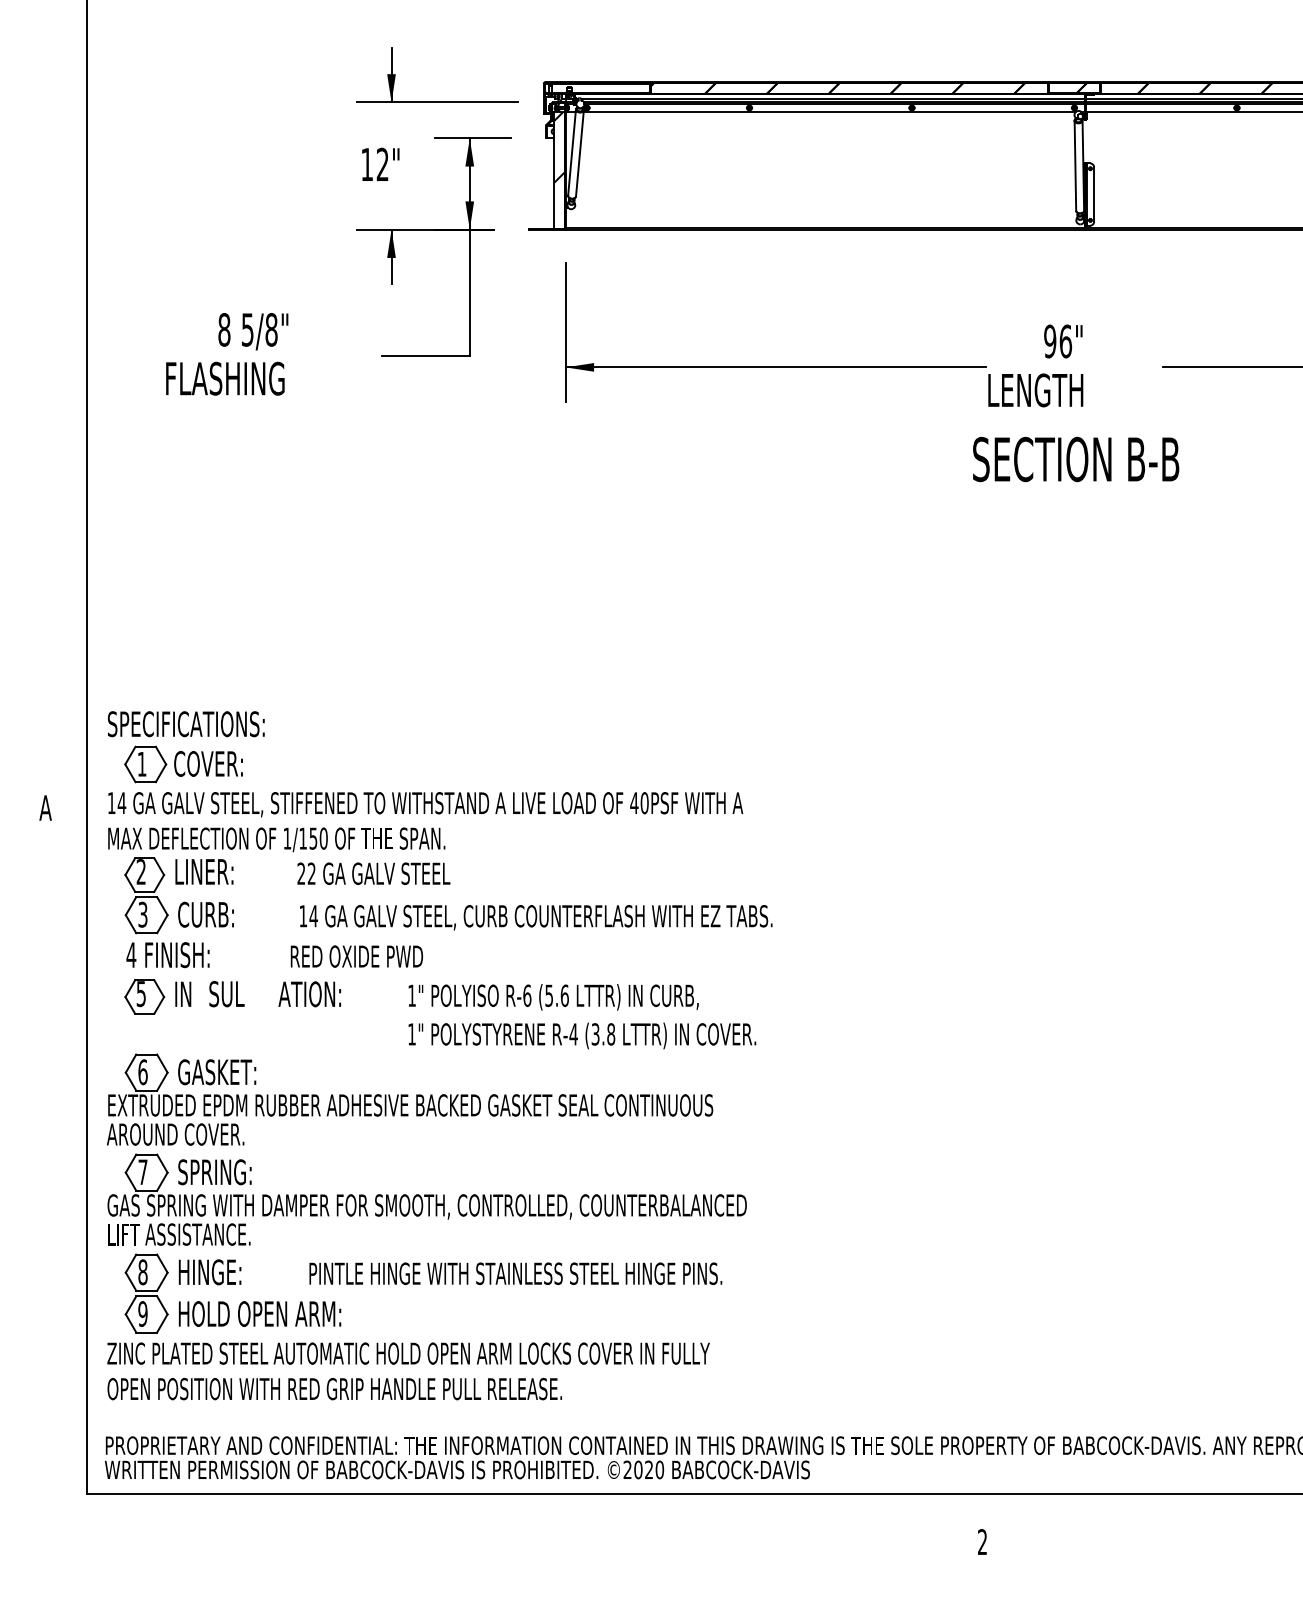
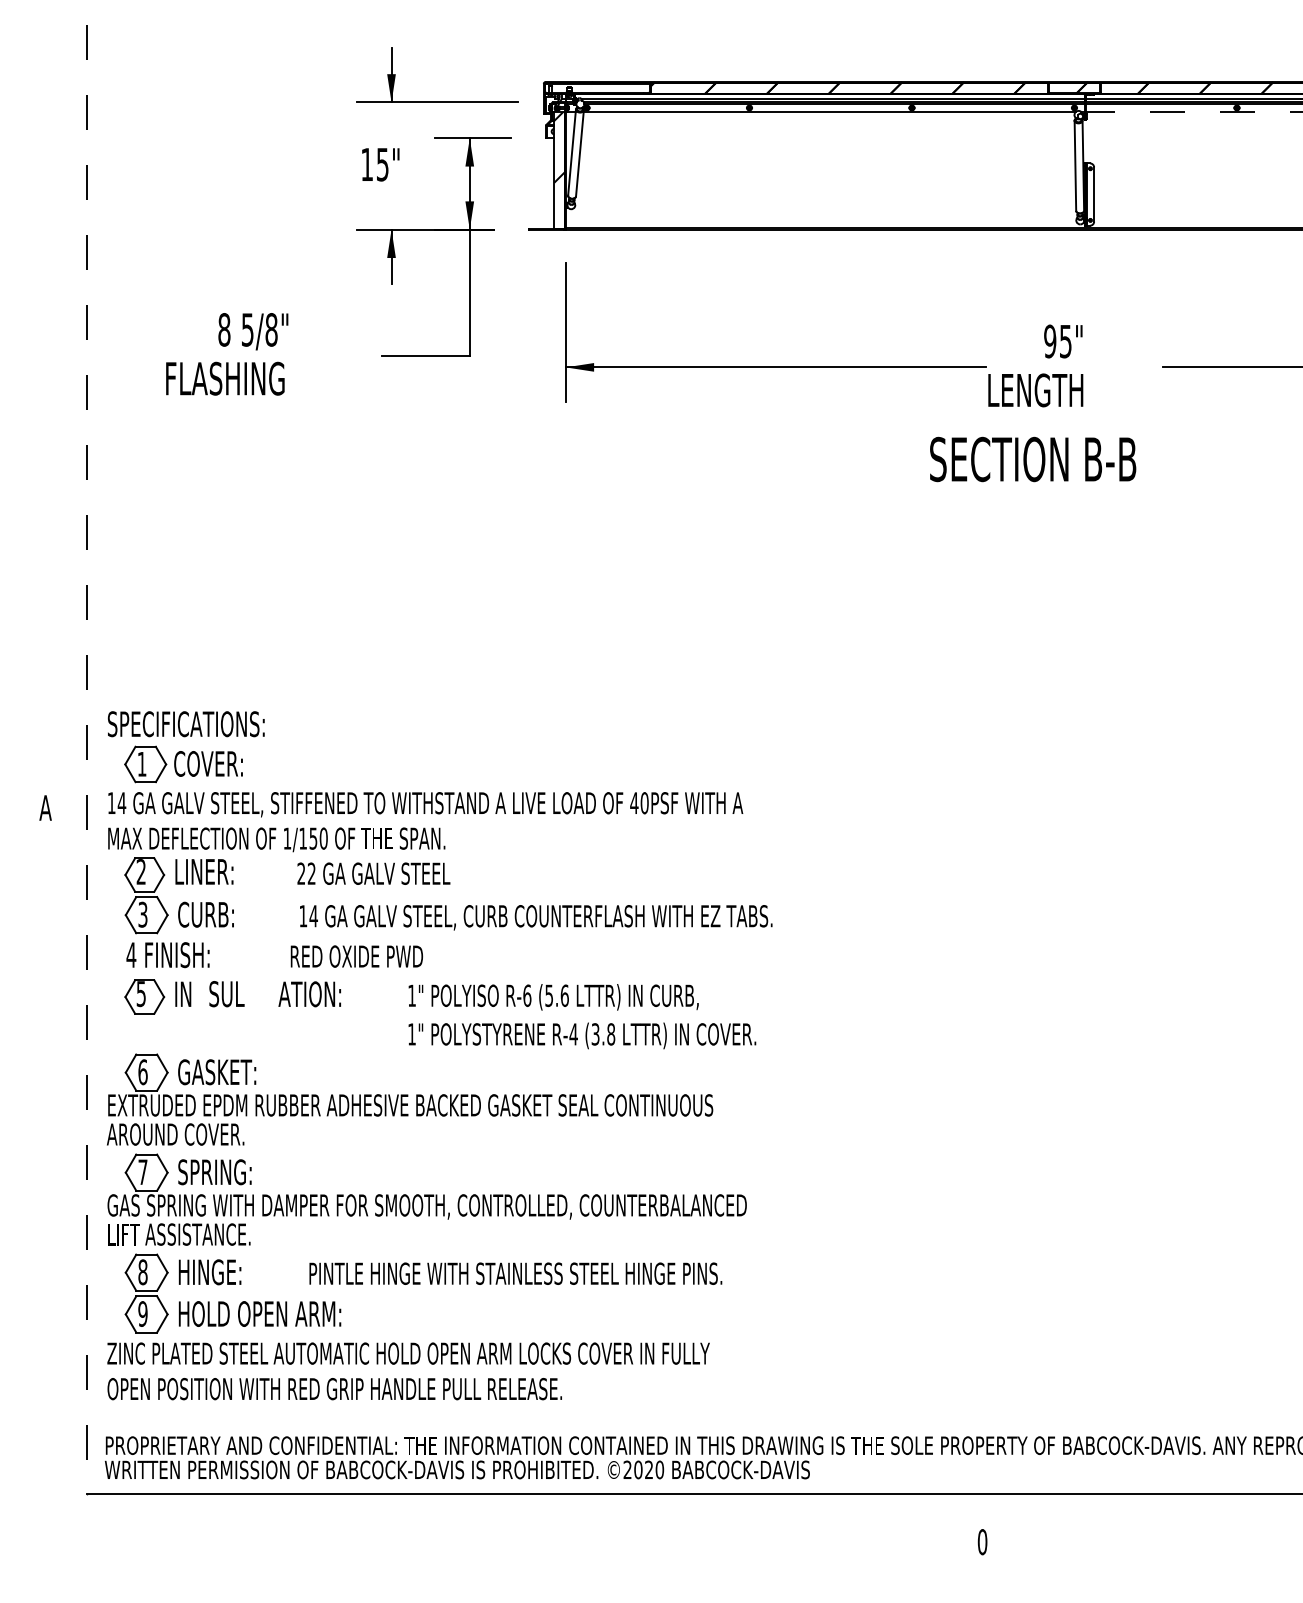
line at (1193, 111): solid -> dashed
text at (382, 164): 12" -> 15"
text at (1065, 341): 96" -> 95"
text at (1076, 459) position: (1076, 459) -> (1033, 459)
line at (86, 747): solid -> dashed
text at (982, 1542): 2 -> 0
